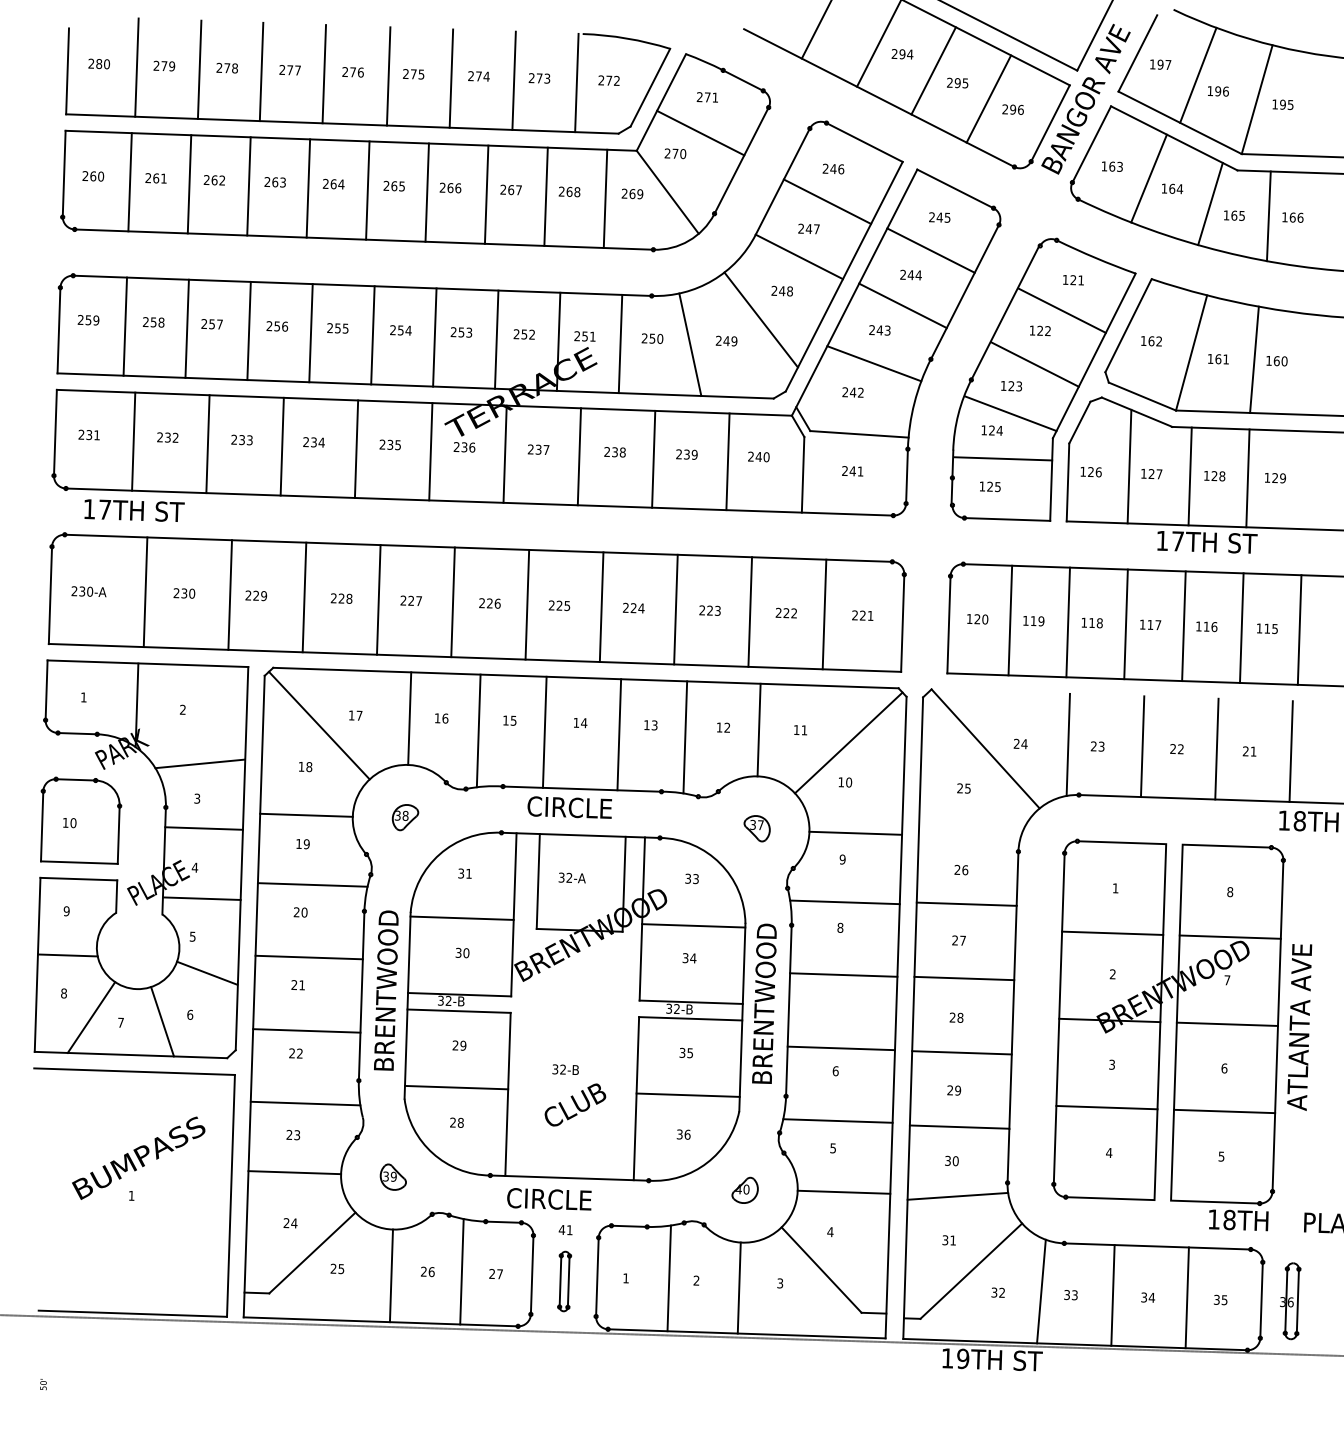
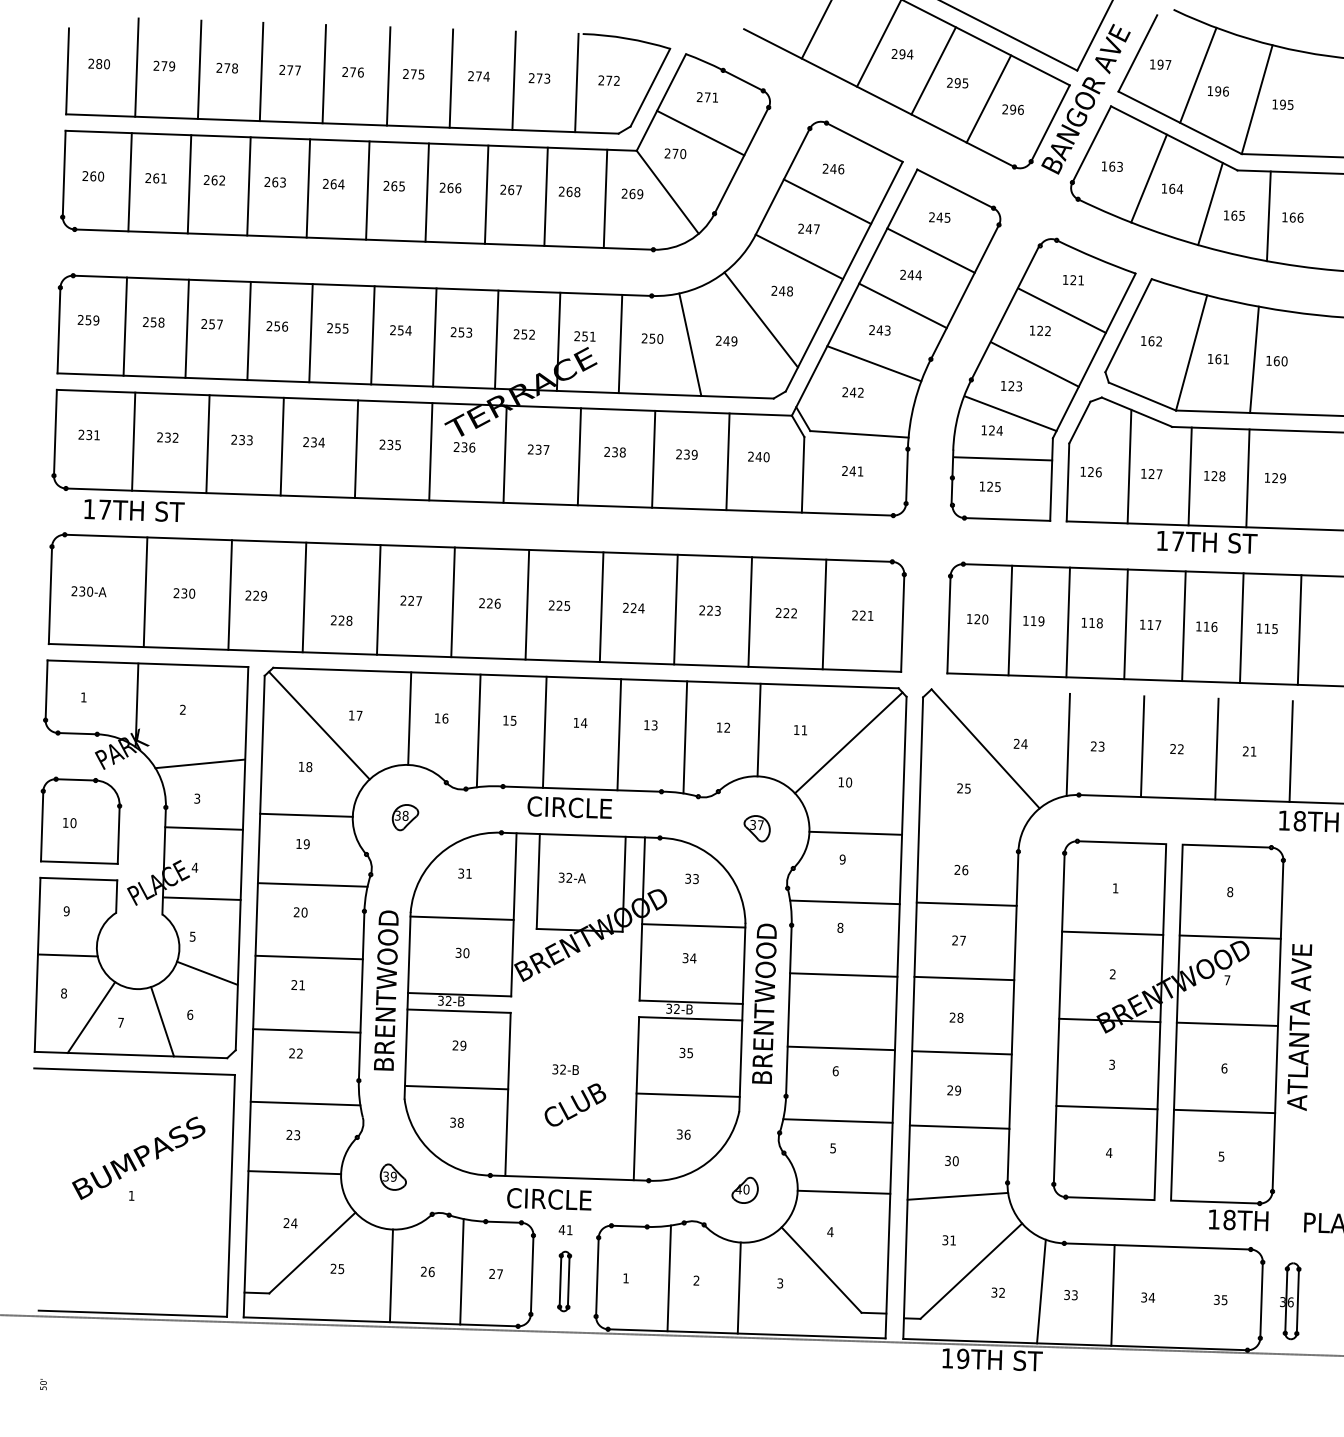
text at (341, 598) position: (341, 598) -> (341, 620)
text at (452, 1122): 28 -> 38
line at (1186, 1297): present -> none
